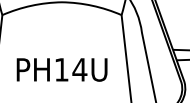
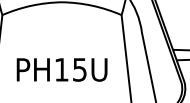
text at (79, 69): PH14U -> PH15U
